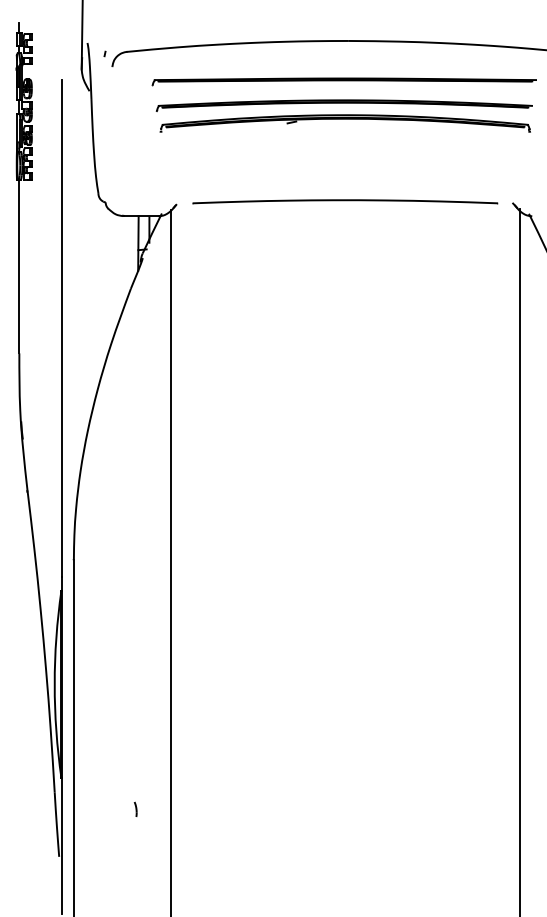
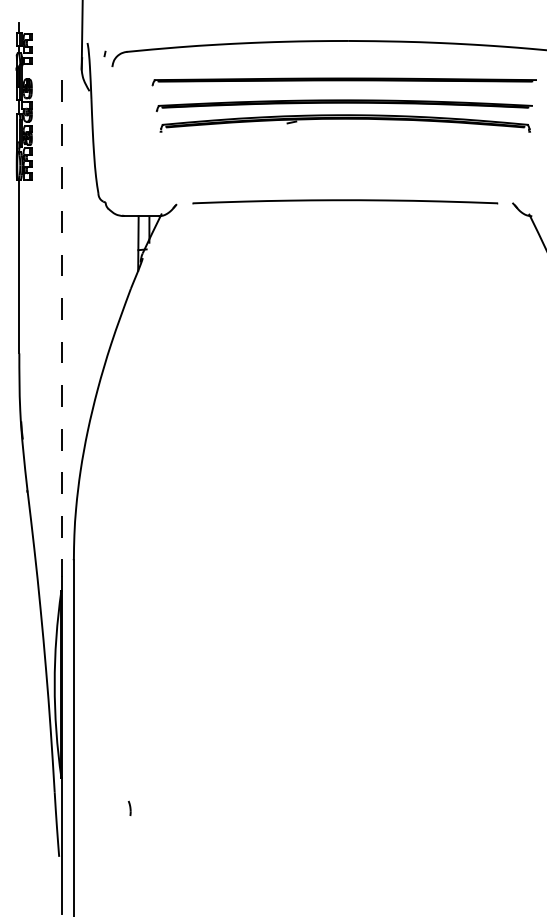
line at (62, 328): solid -> dashed
line at (171, 561): present -> none
line at (519, 561): present -> none
part at (135, 808) position: (135, 808) -> (129, 807)
